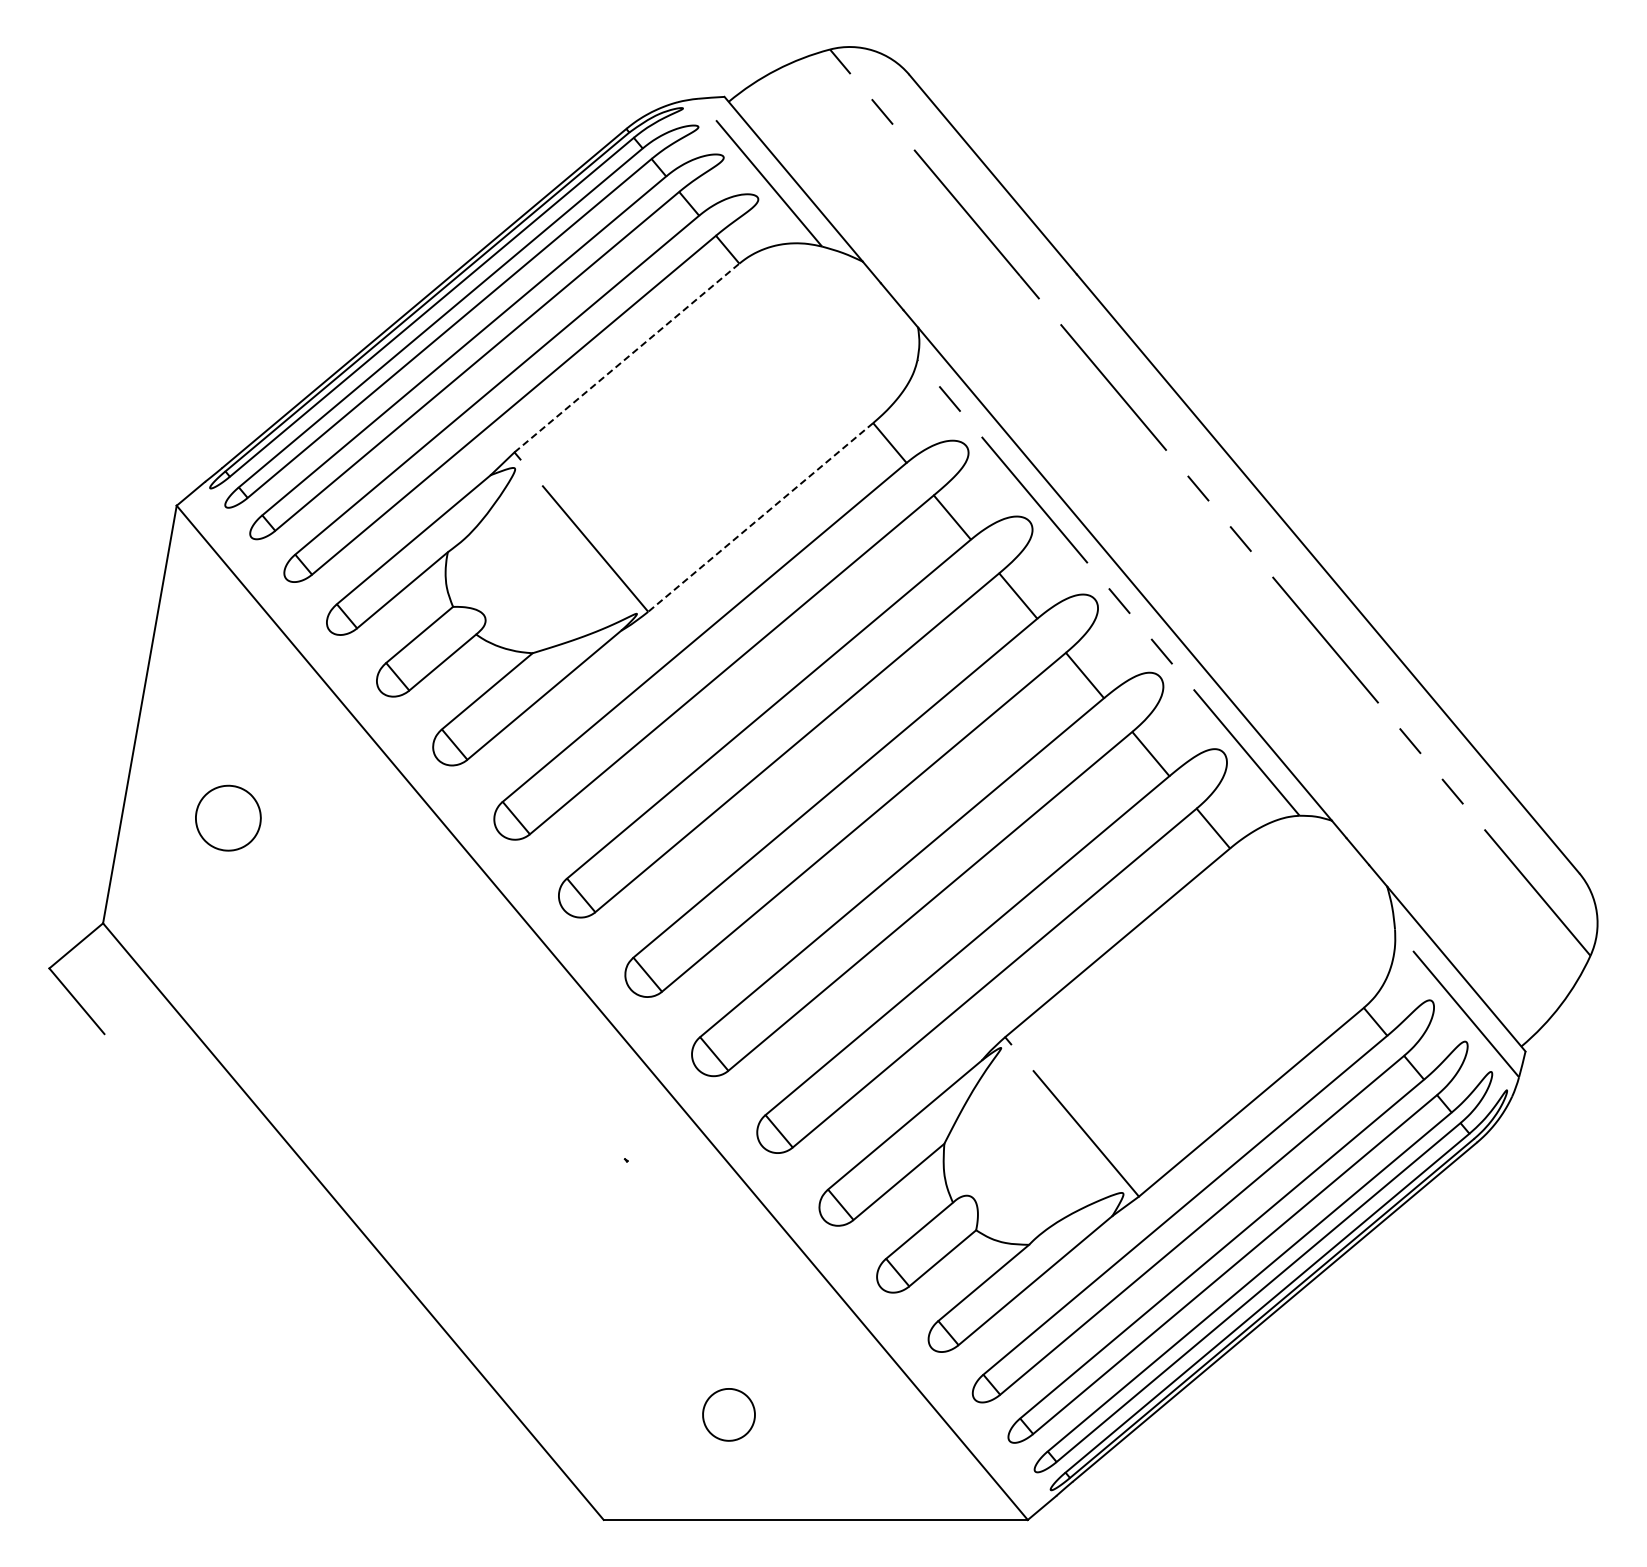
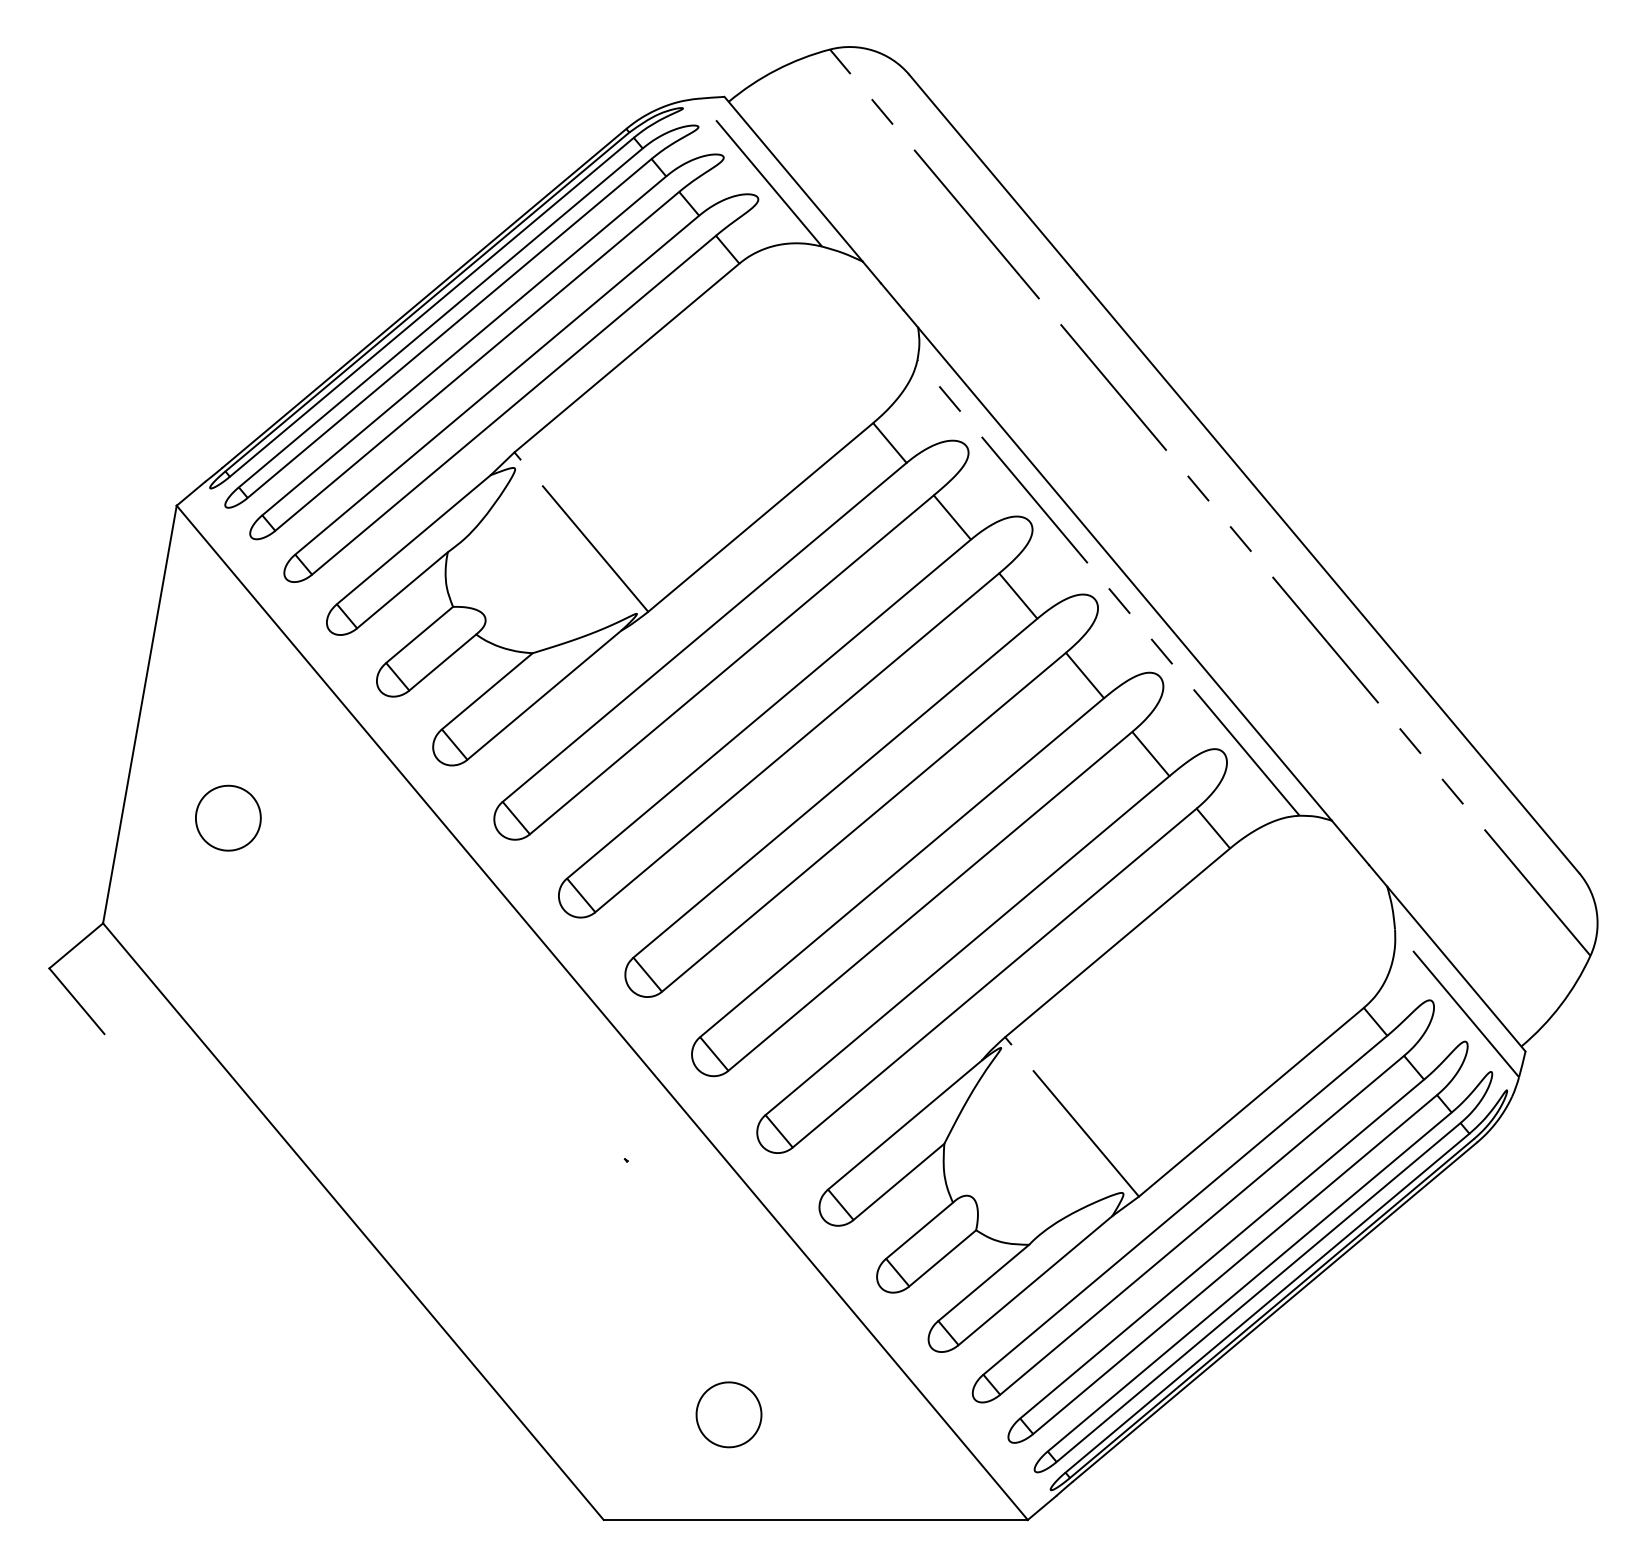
line at (626, 358): dashed -> solid
line at (760, 517): dashed -> solid
part at (728, 1414) size: 54x54 px -> 68x68 px
